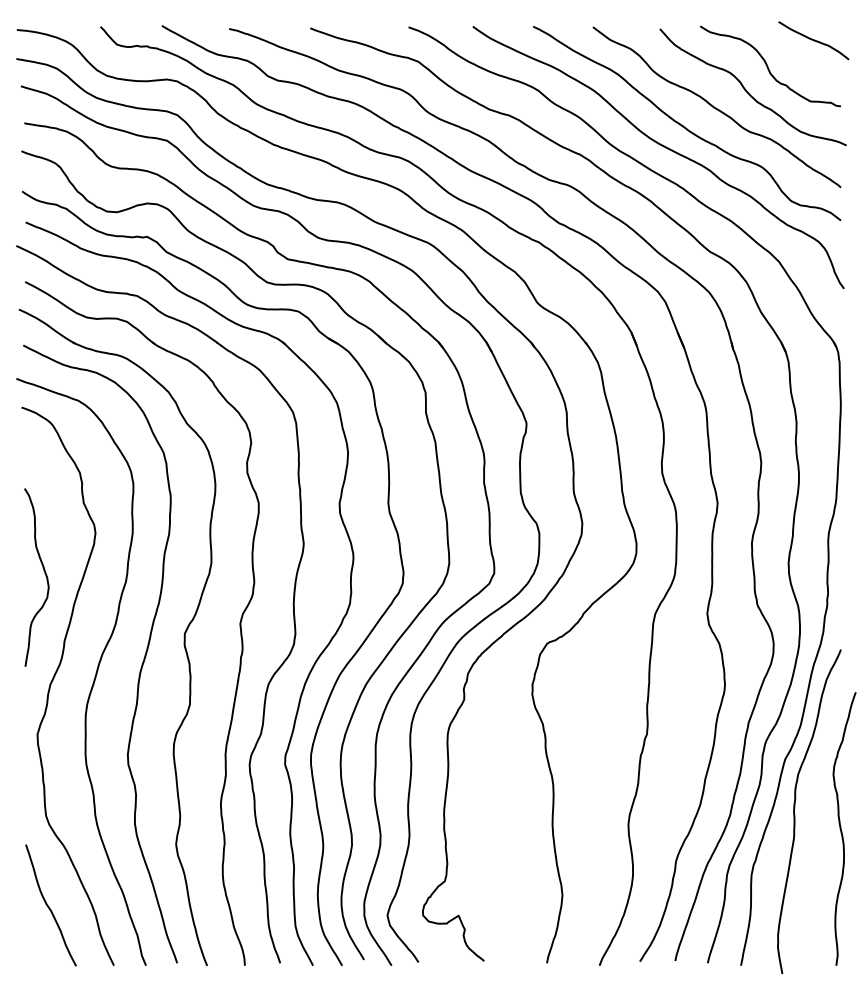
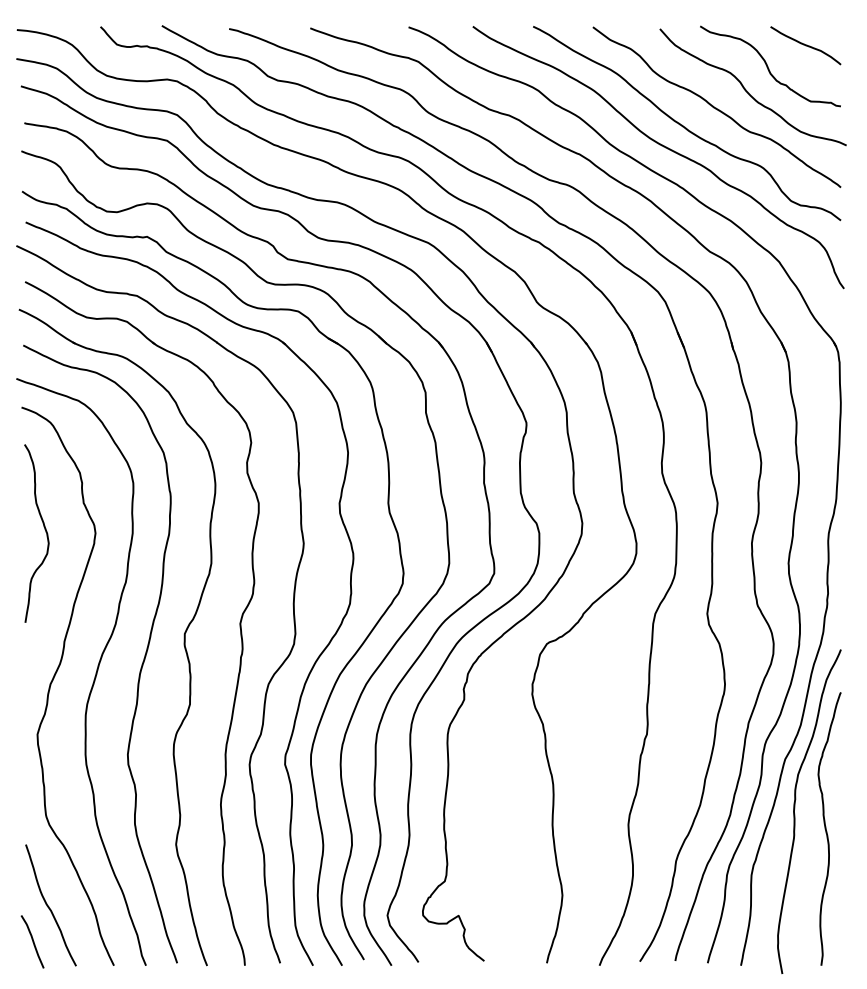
curve at (813, 40) position: (813, 40) -> (805, 45)
curve at (44, 573) position: (44, 573) -> (44, 529)
curve at (841, 828) position: (841, 828) -> (826, 828)
curve at (32, 941): none -> present
